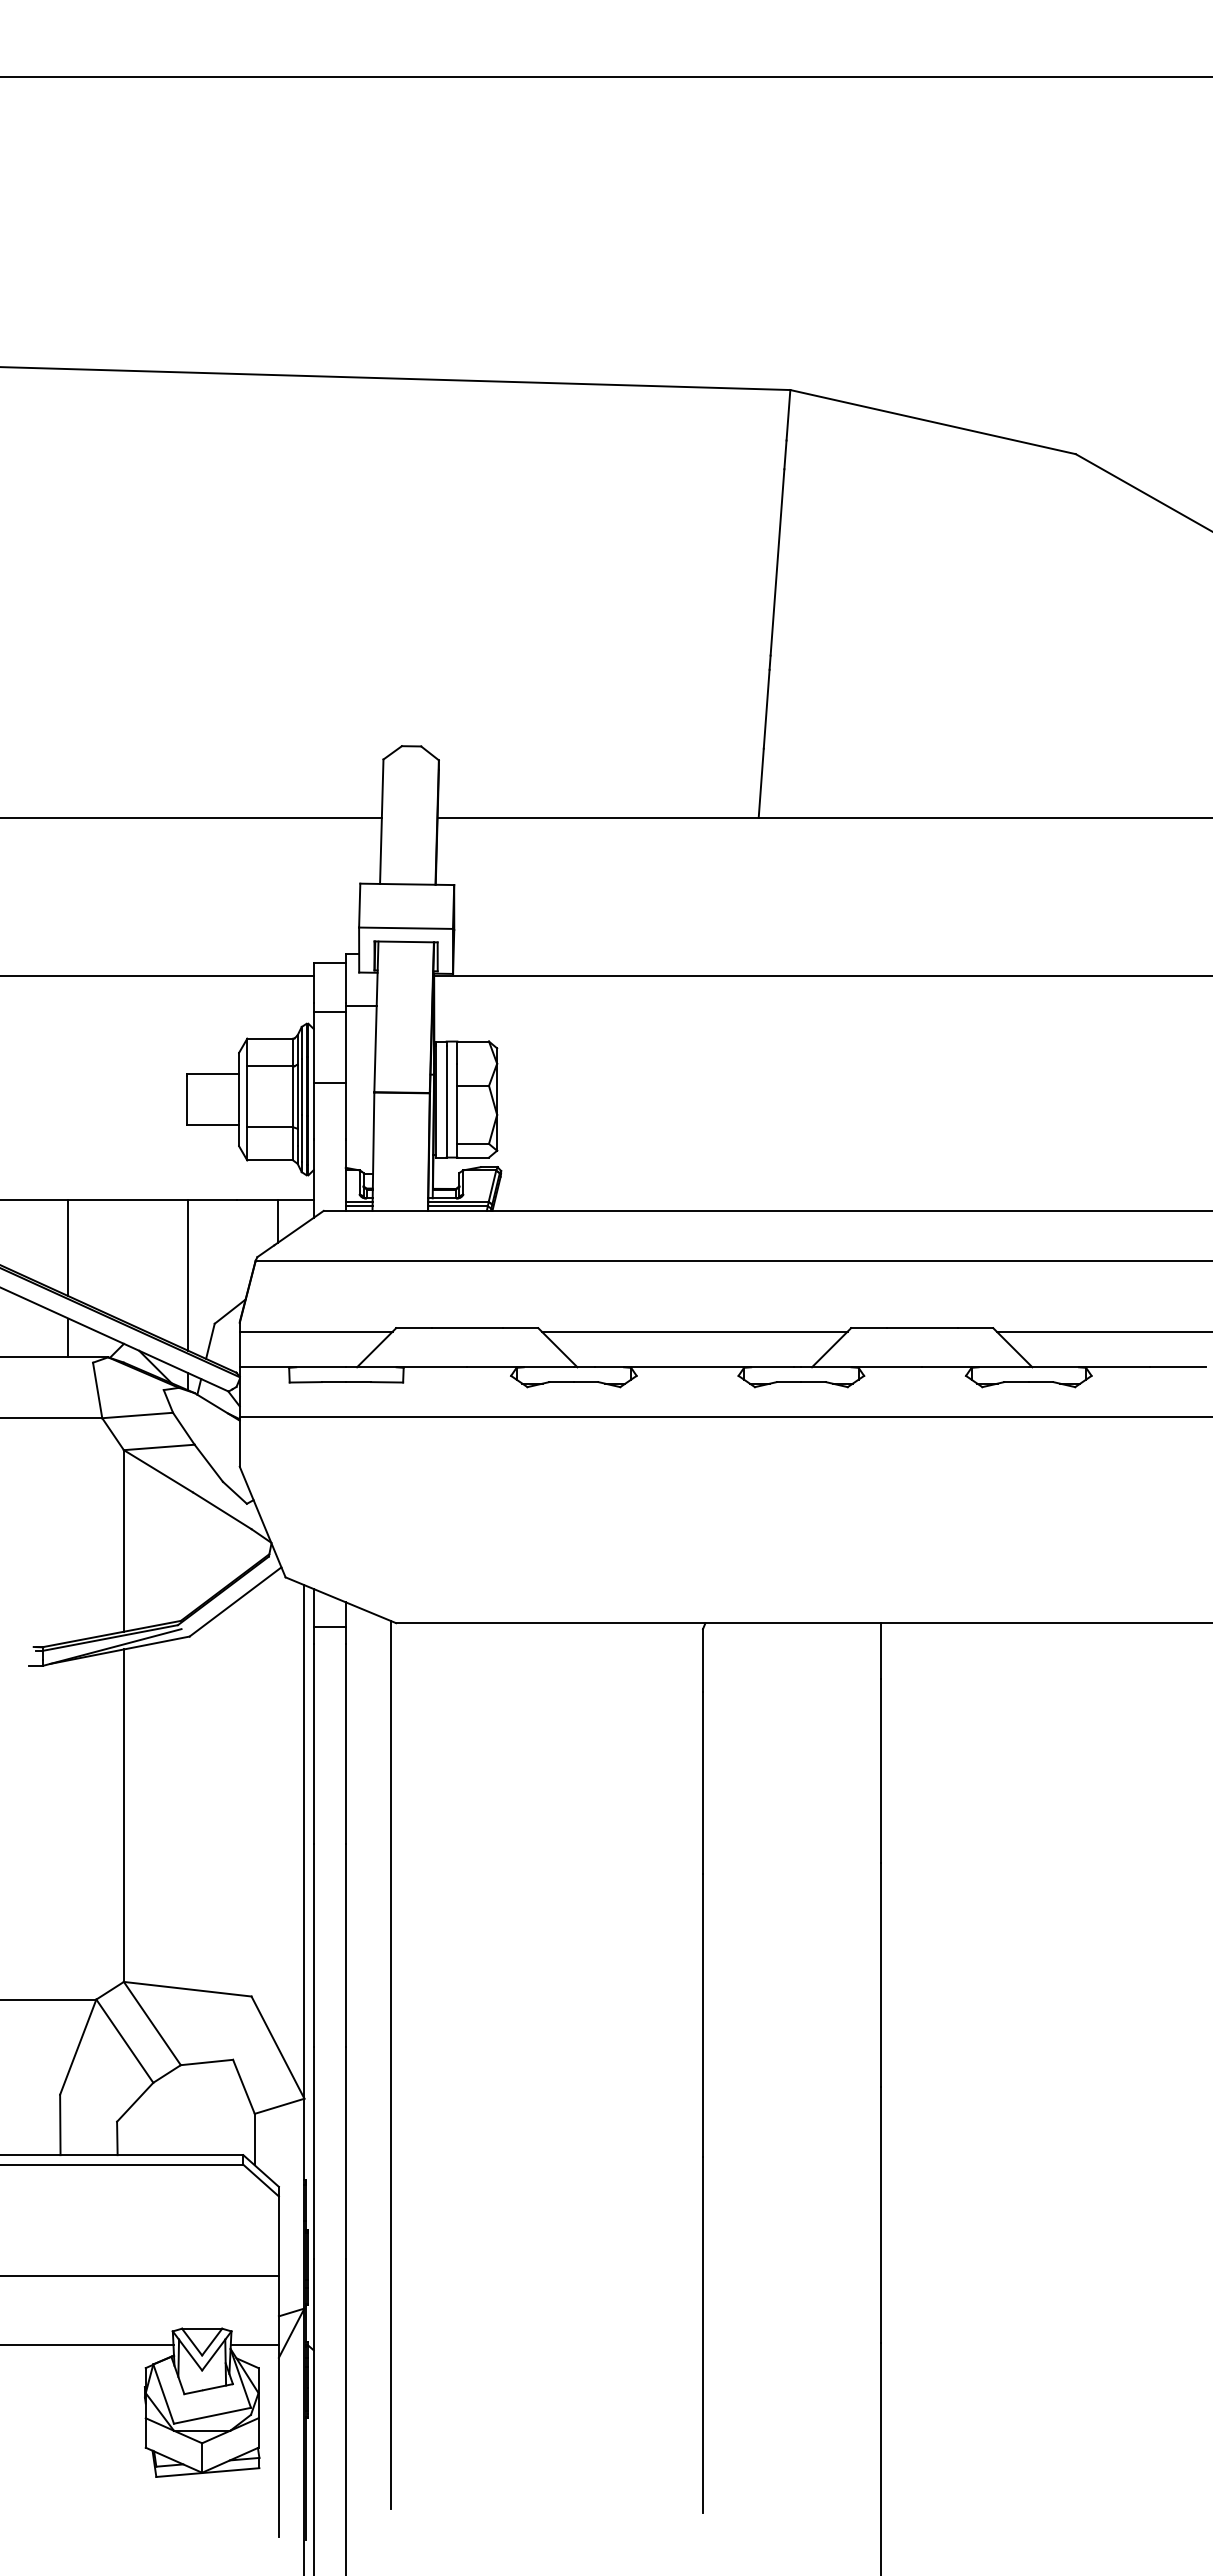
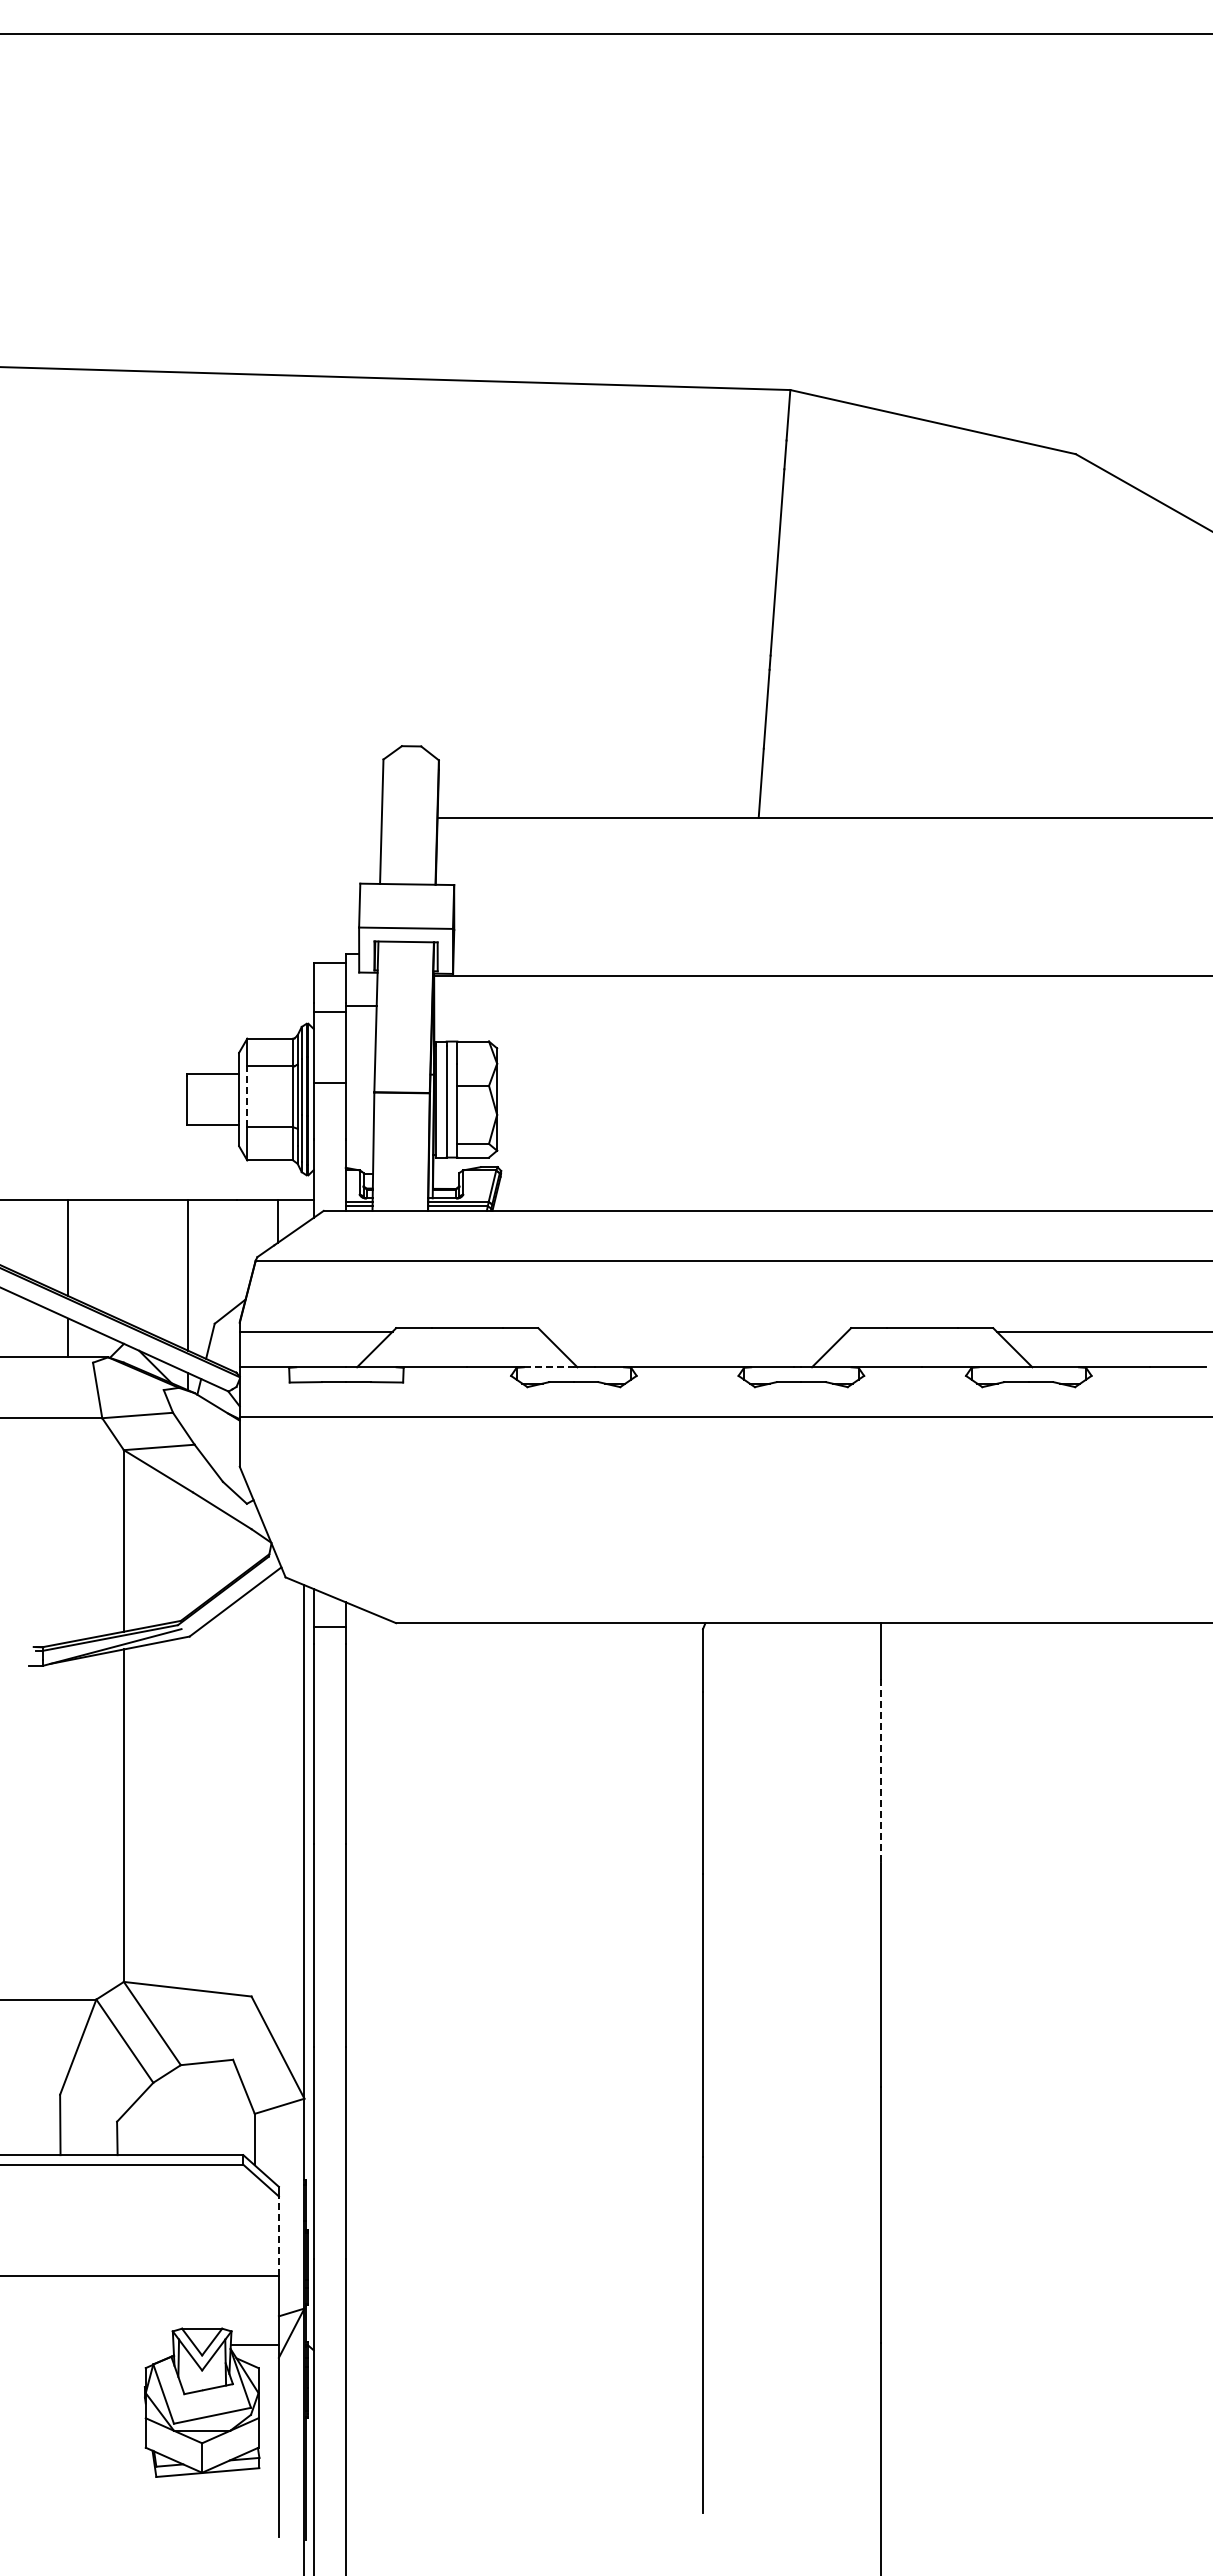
line at (605, 77) position: (605, 77) -> (605, 34)
line at (191, 817): present -> none
line at (157, 975): present -> none
line at (247, 1096): solid -> dashed
line at (694, 1331): present -> none
line at (549, 1367): solid -> dashed
line at (880, 1771): solid -> dashed
line at (390, 2064): present -> none
line at (278, 2236): solid -> dashed
line at (87, 2345): present -> none
